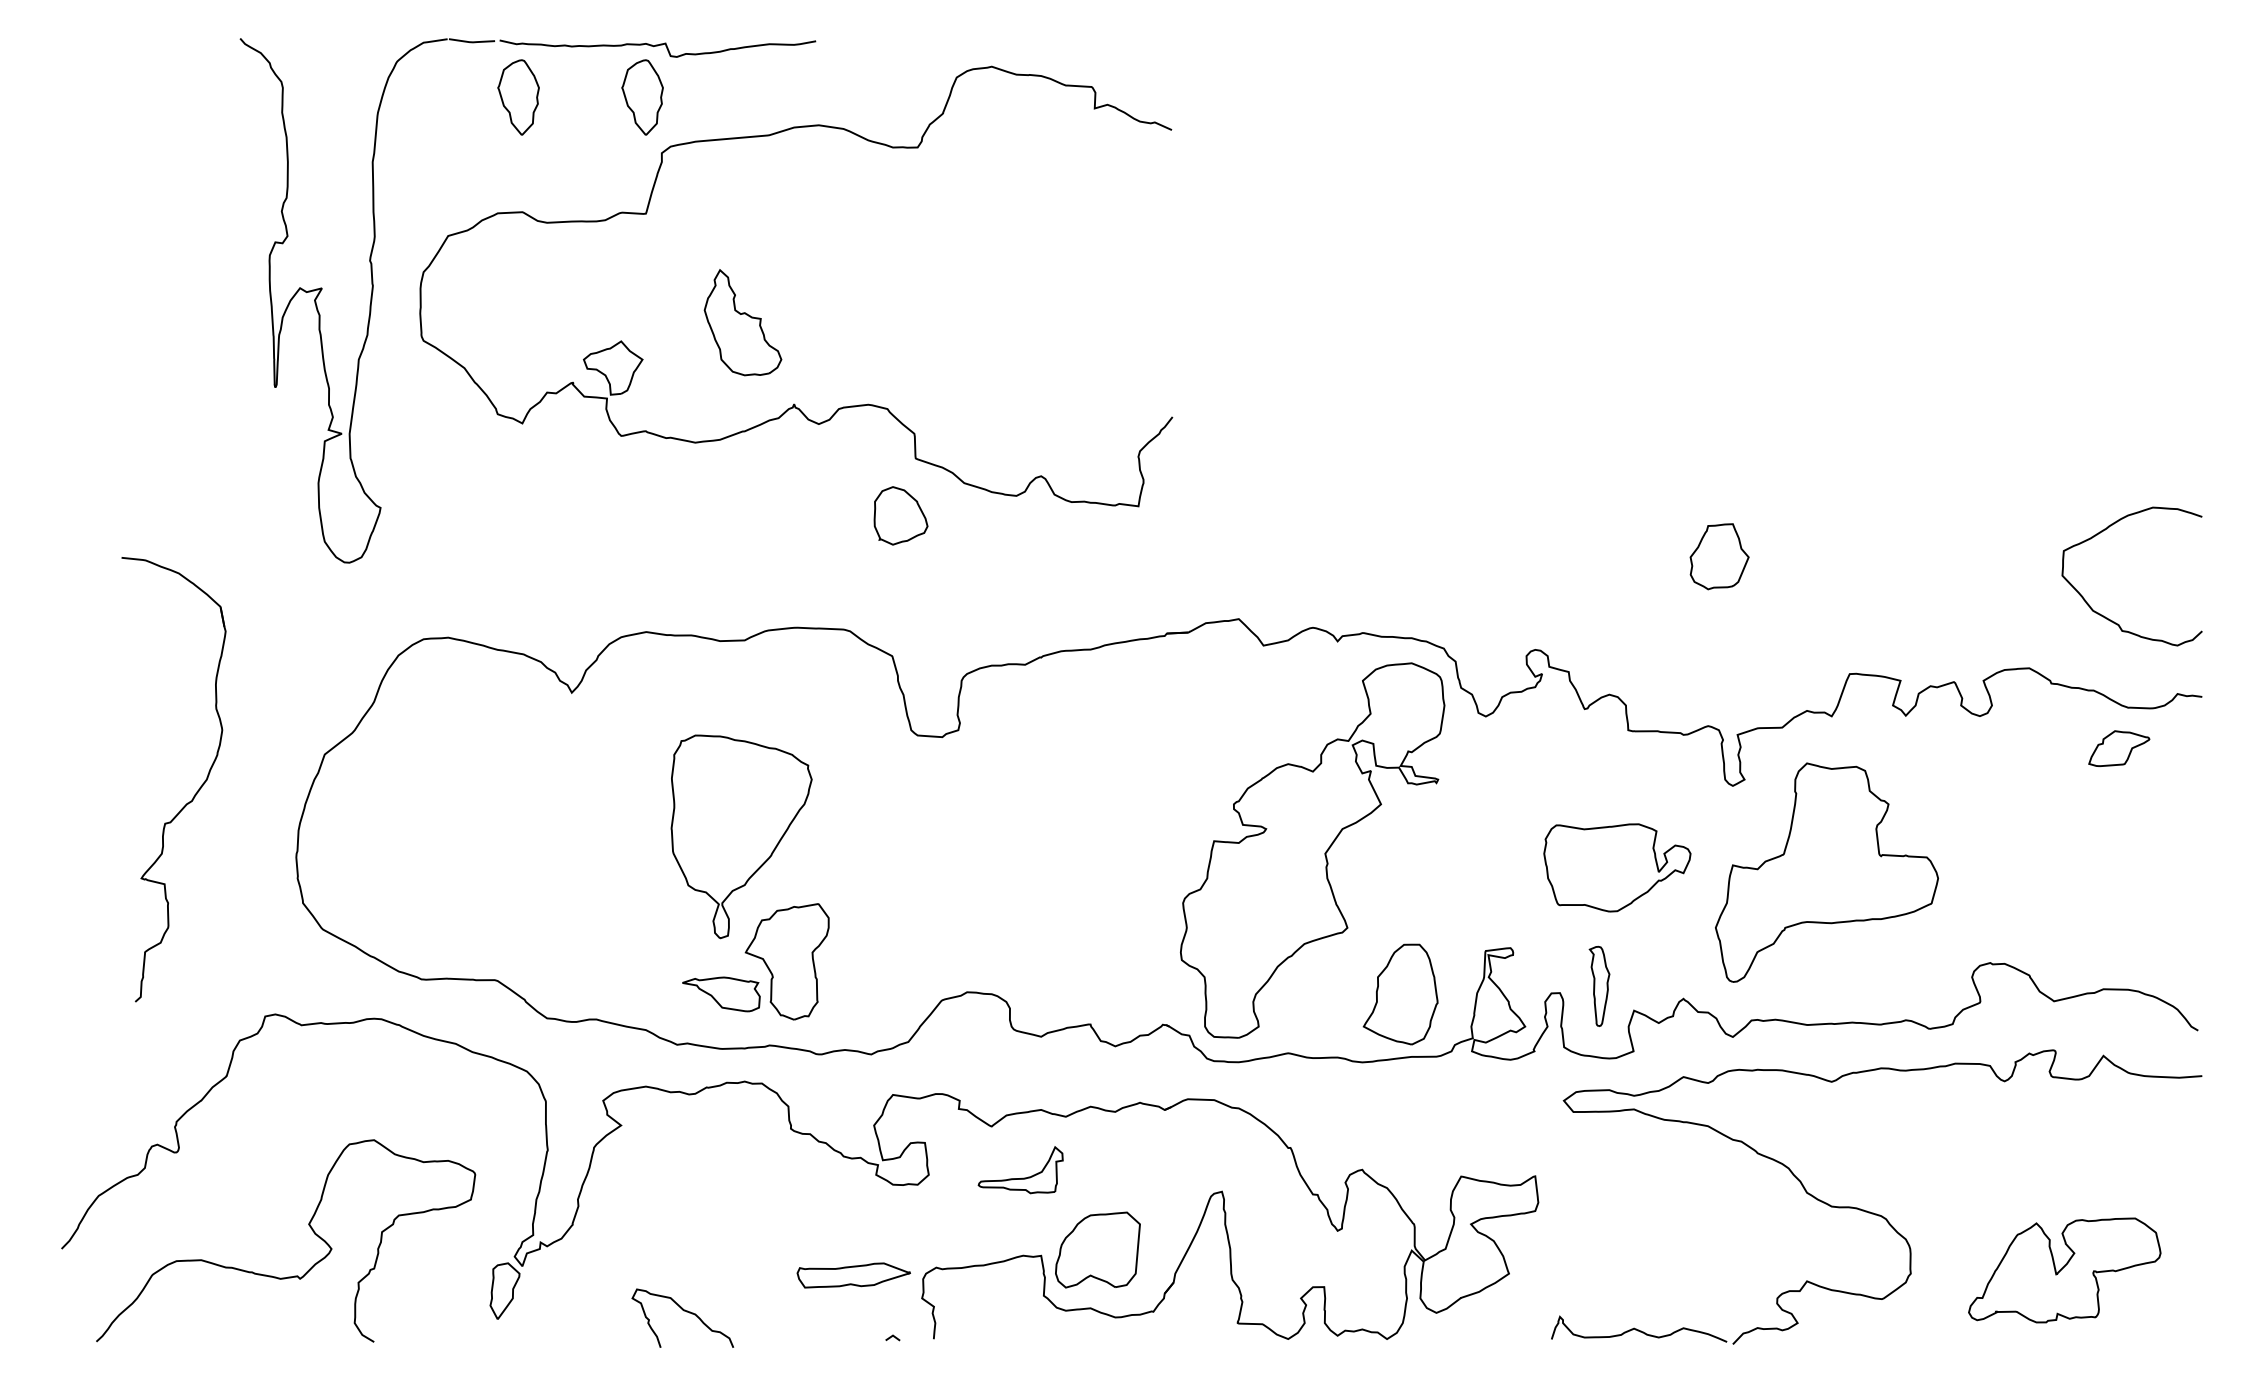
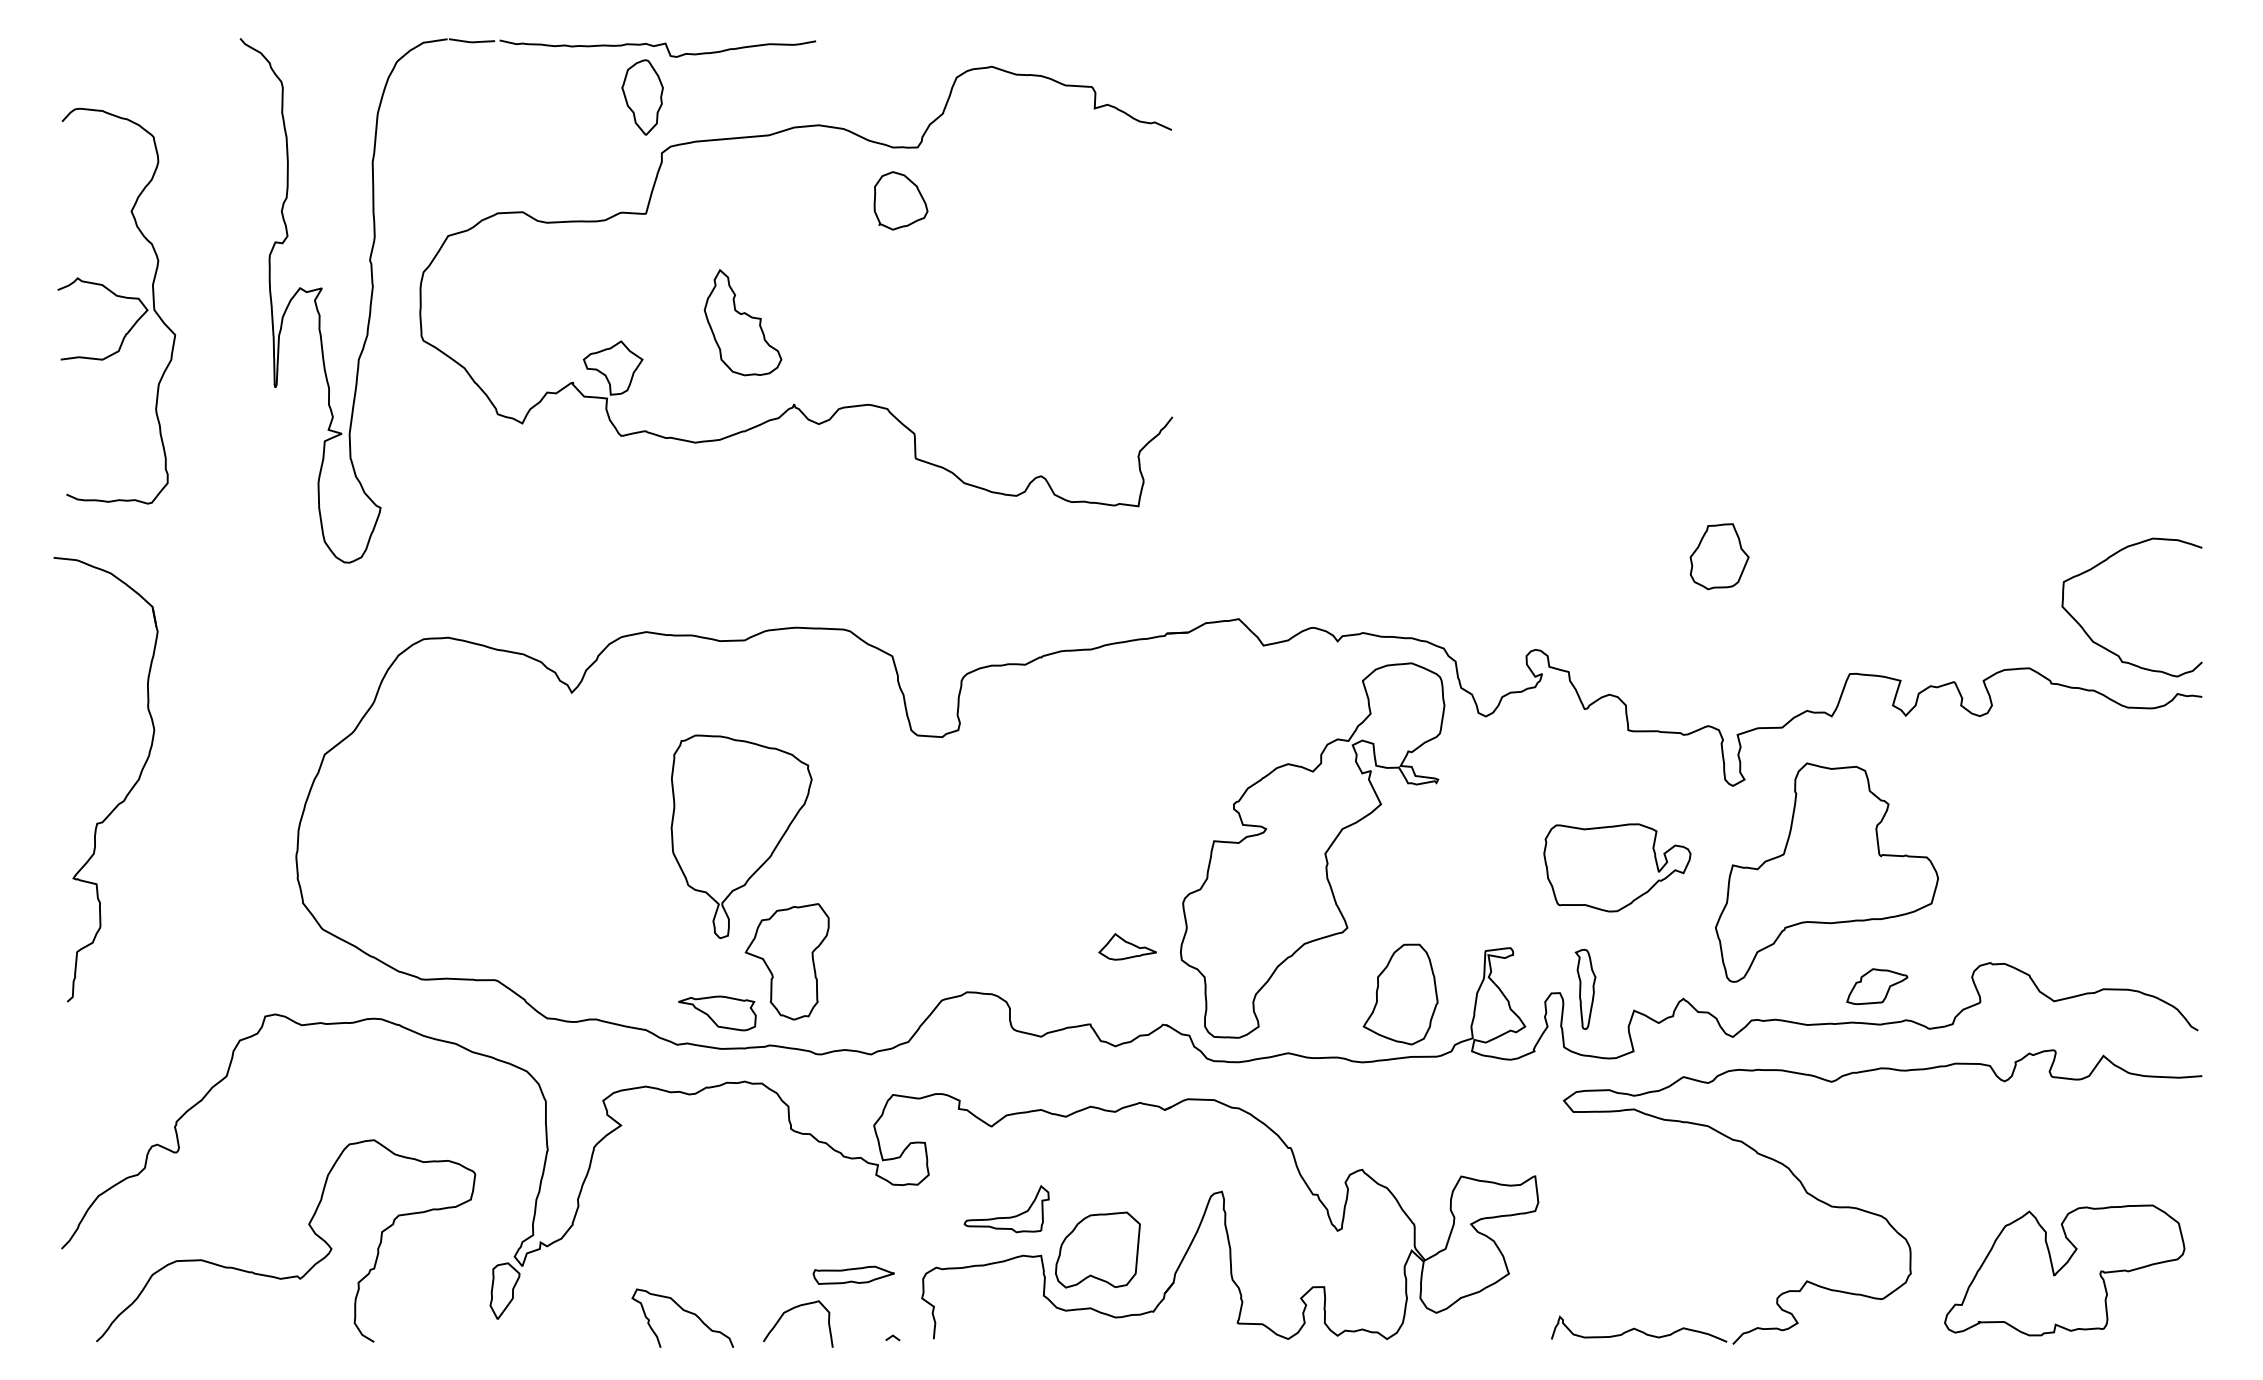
part at (518, 97): present -> none
part at (119, 297): none -> present
part at (900, 515) position: (900, 515) -> (900, 200)
curve at (2107, 617) position: (2107, 617) -> (2107, 648)
part at (2119, 748) position: (2119, 748) -> (1877, 986)
part at (194, 794) position: (194, 794) -> (126, 794)
part at (1127, 946): none -> present
part at (1599, 985) position: (1599, 985) -> (1585, 988)
part at (721, 994) position: (721, 994) -> (717, 1013)
part at (1022, 1177) position: (1022, 1177) -> (1008, 1216)
part at (2064, 1270) size: 194x107 px -> 242x133 px
part at (853, 1275) size: 115x27 px -> 83x20 px
curve at (791, 1310): none -> present
